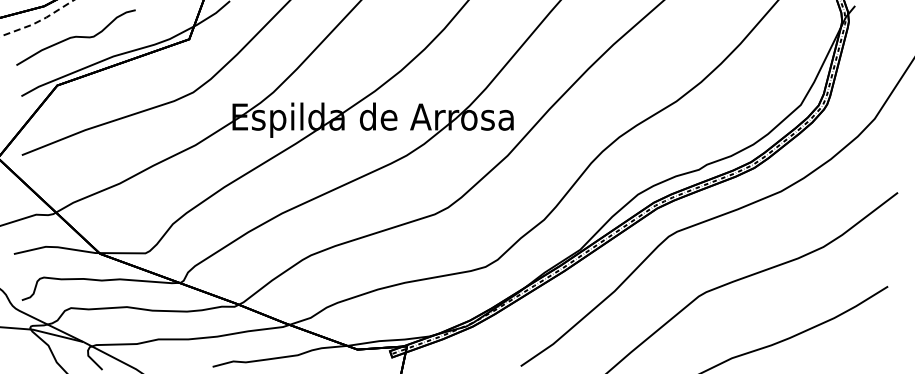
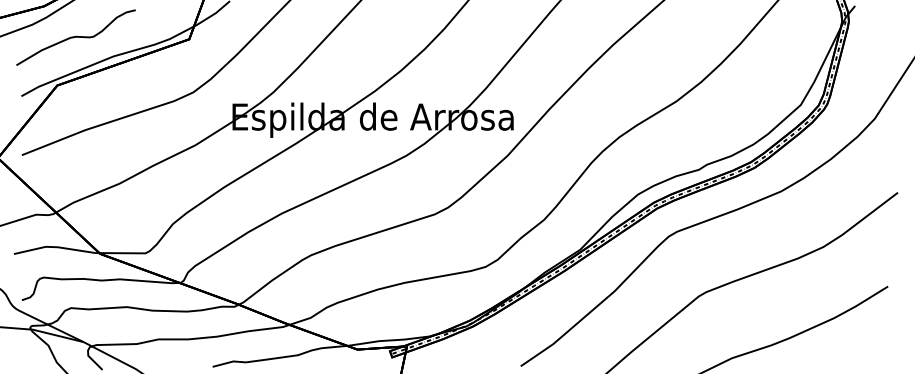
line at (38, 21): dashed -> solid
